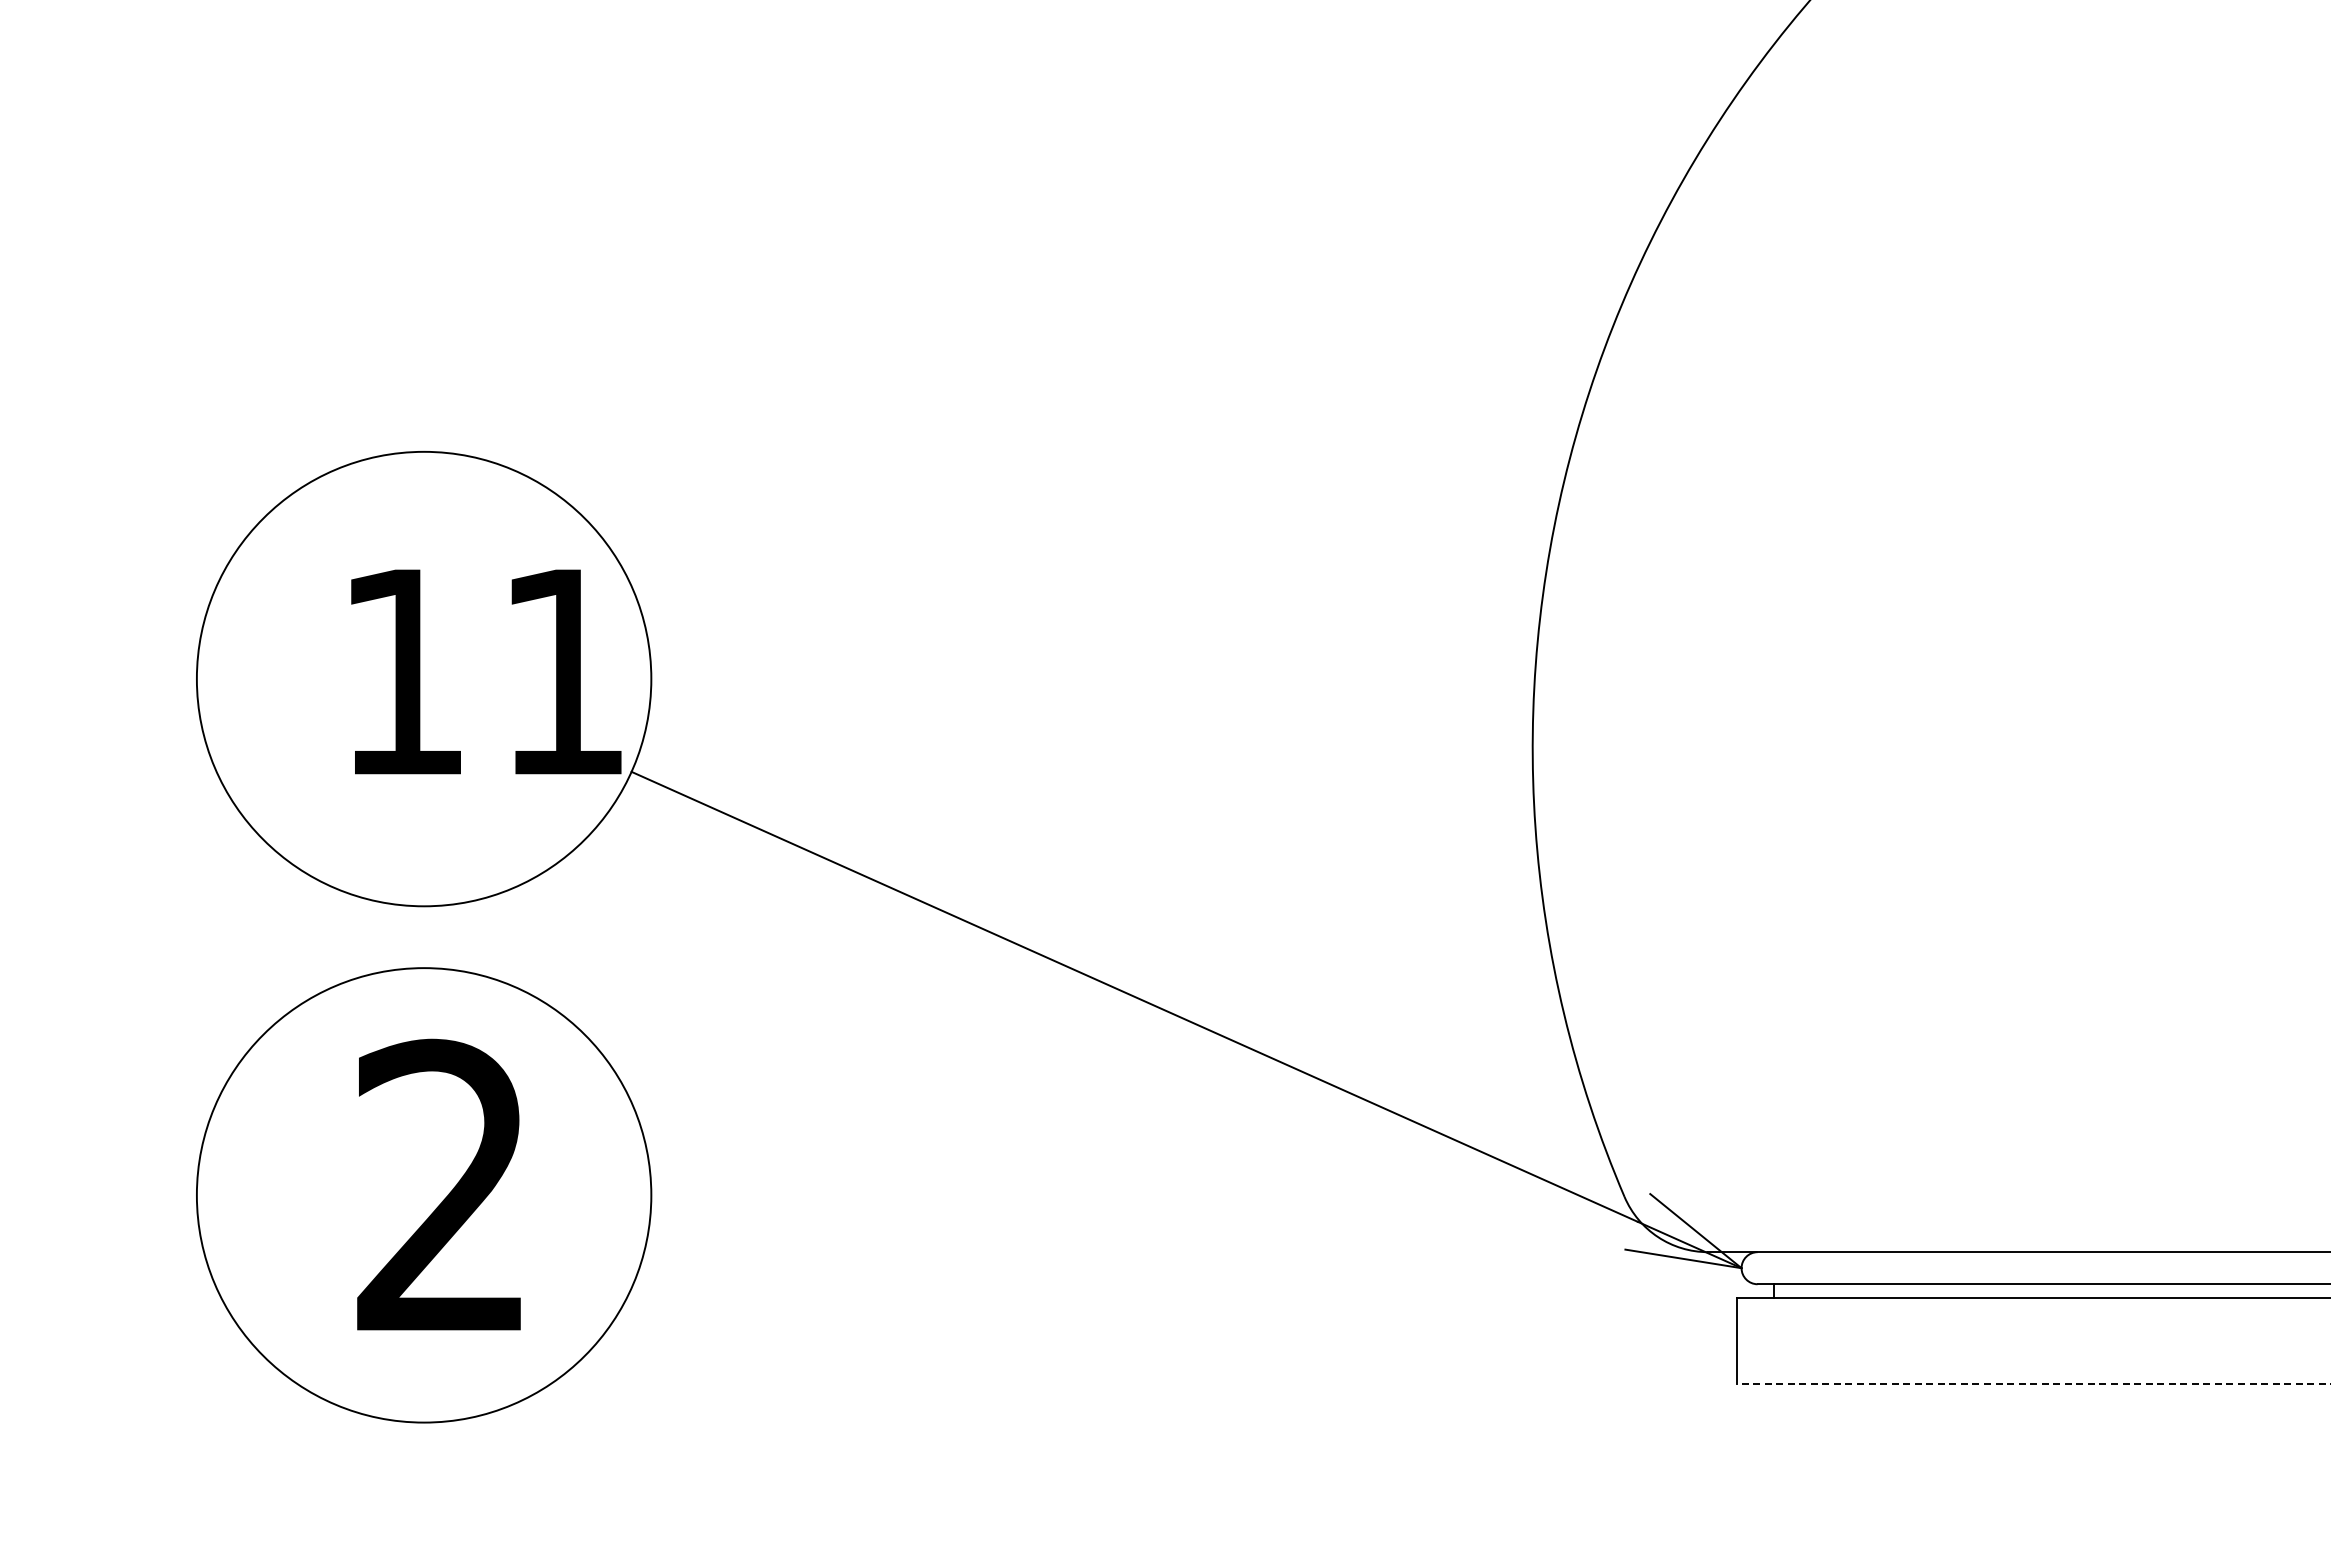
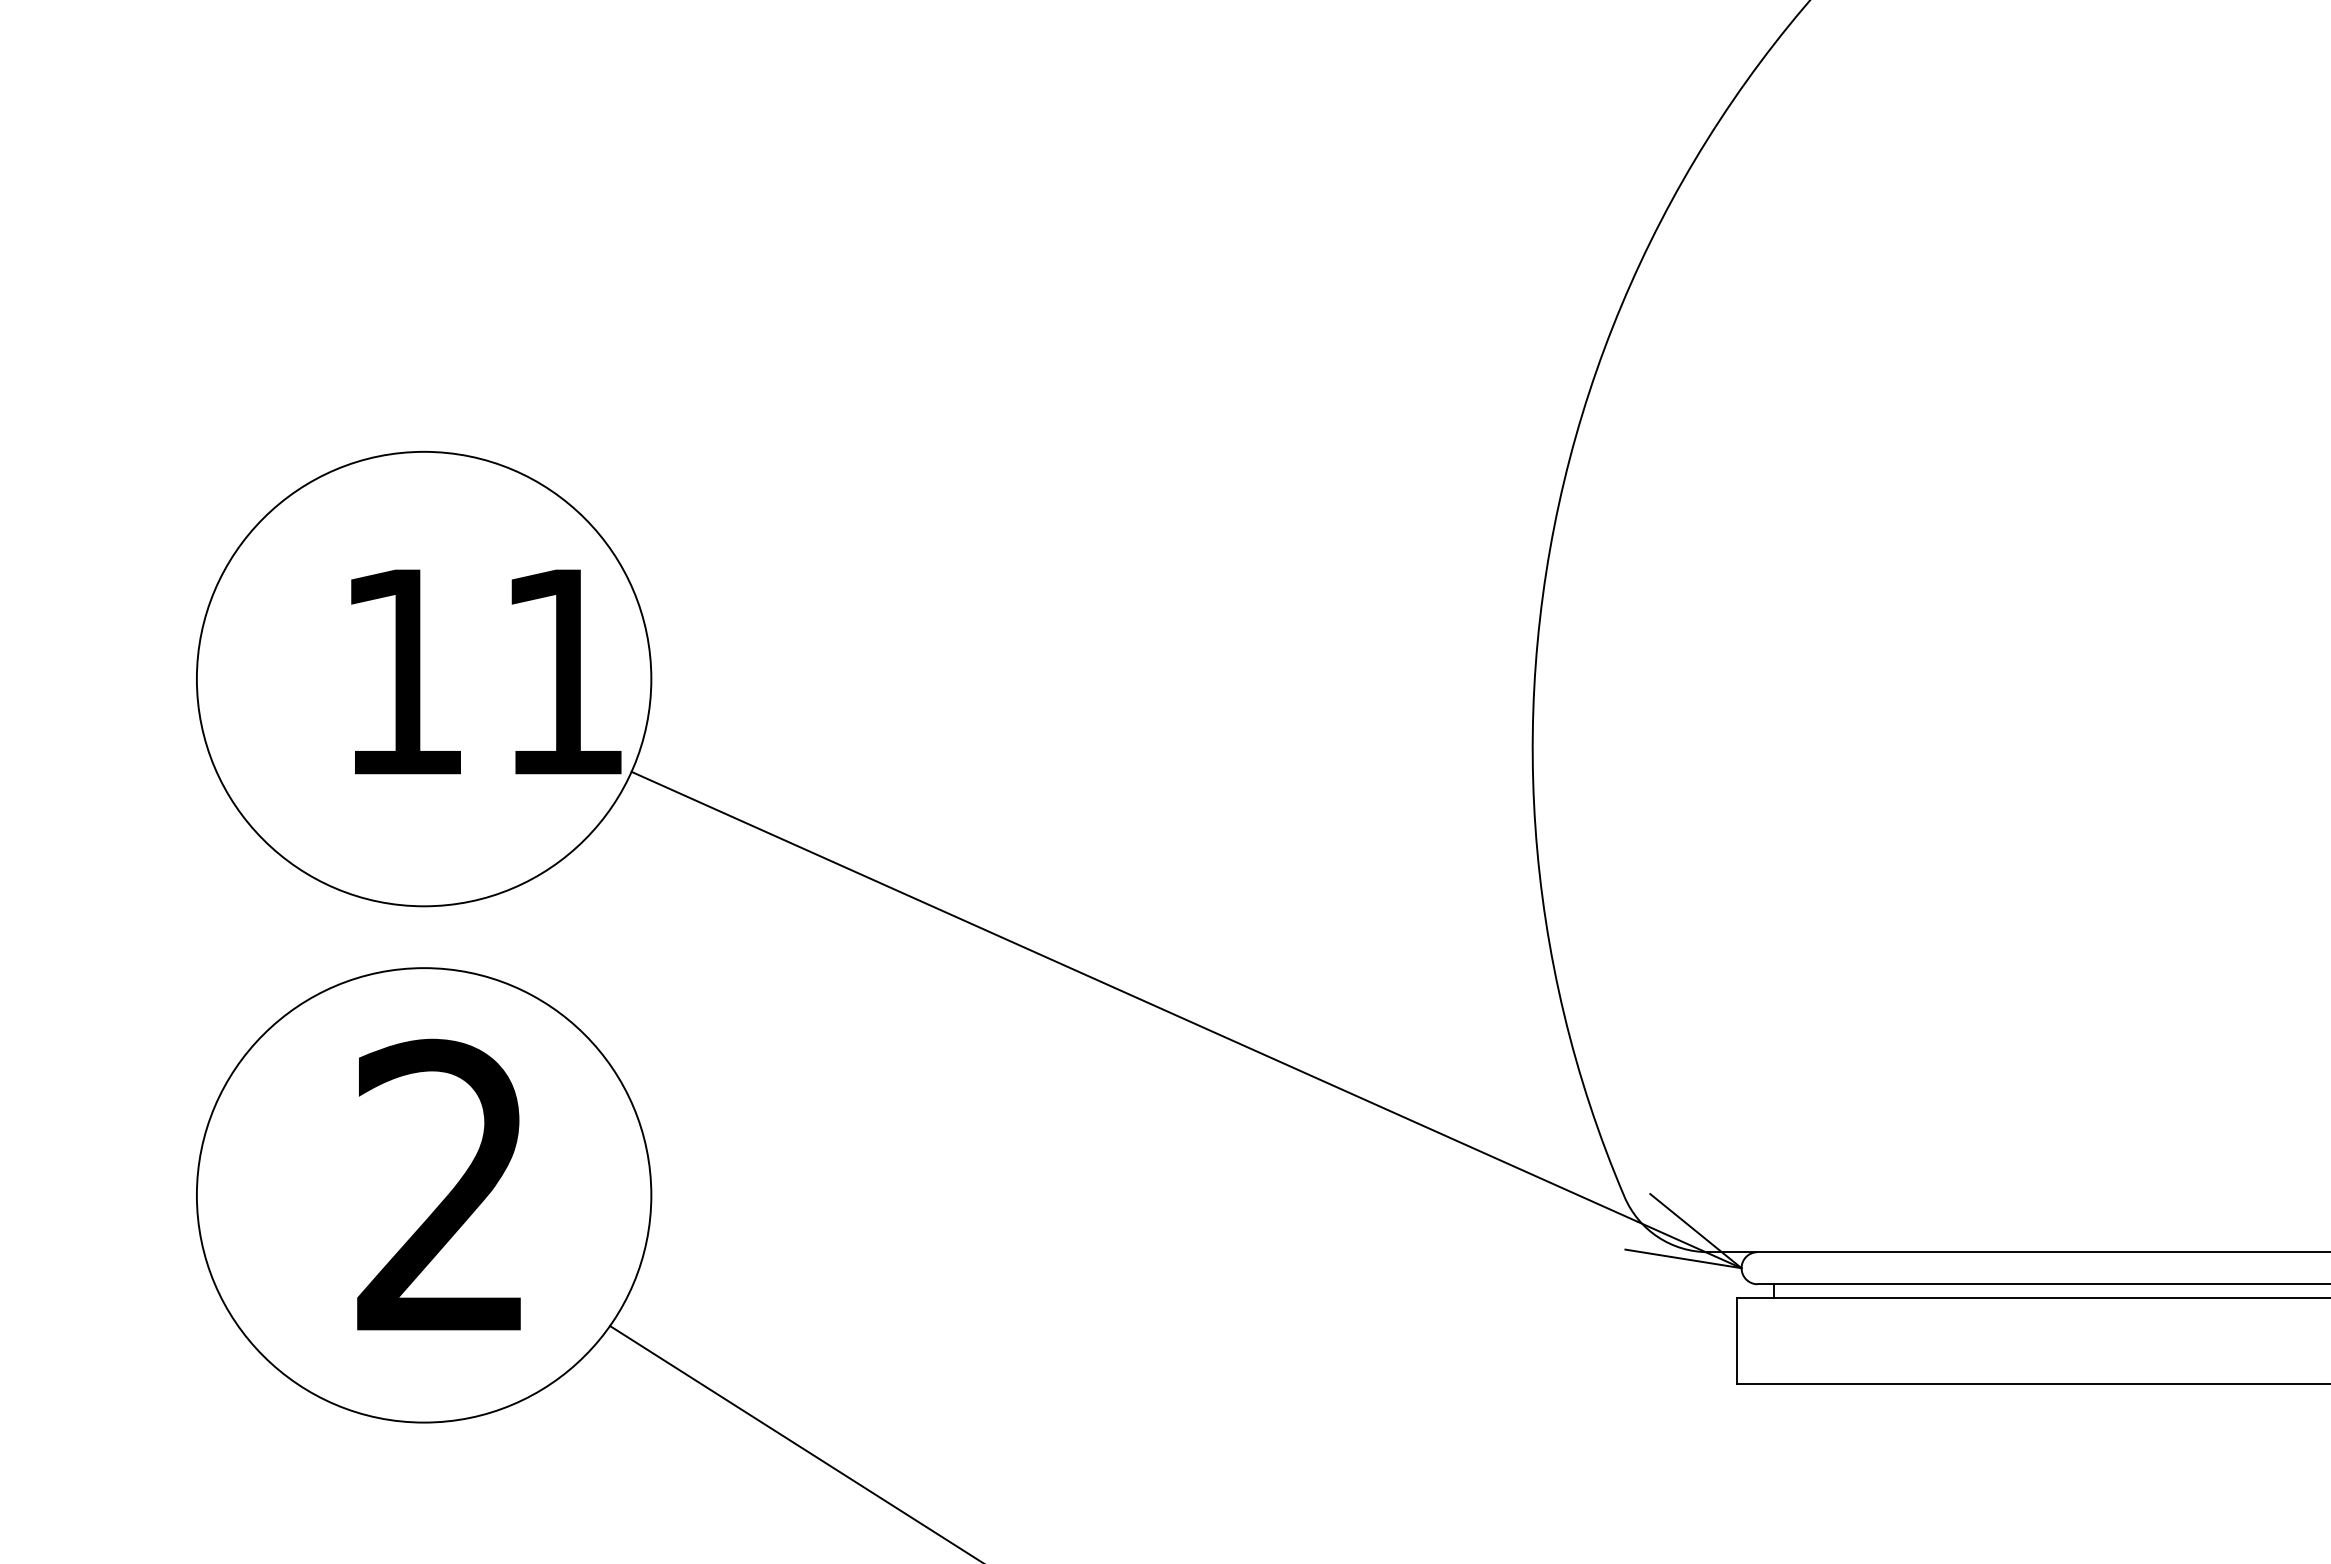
line at (2033, 1383): dashed -> solid
line at (794, 1443): none -> present
